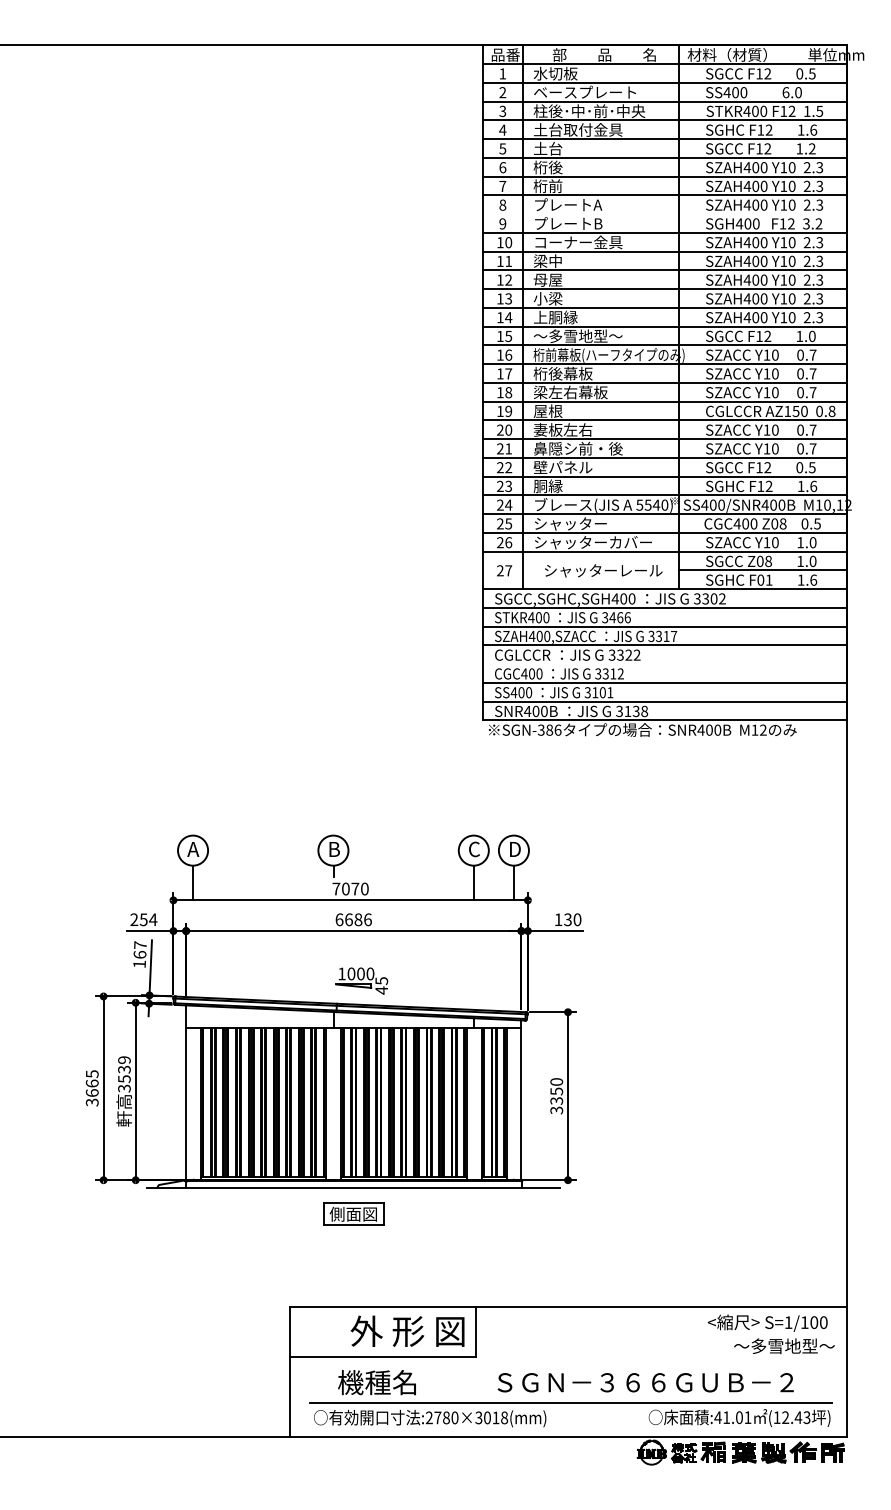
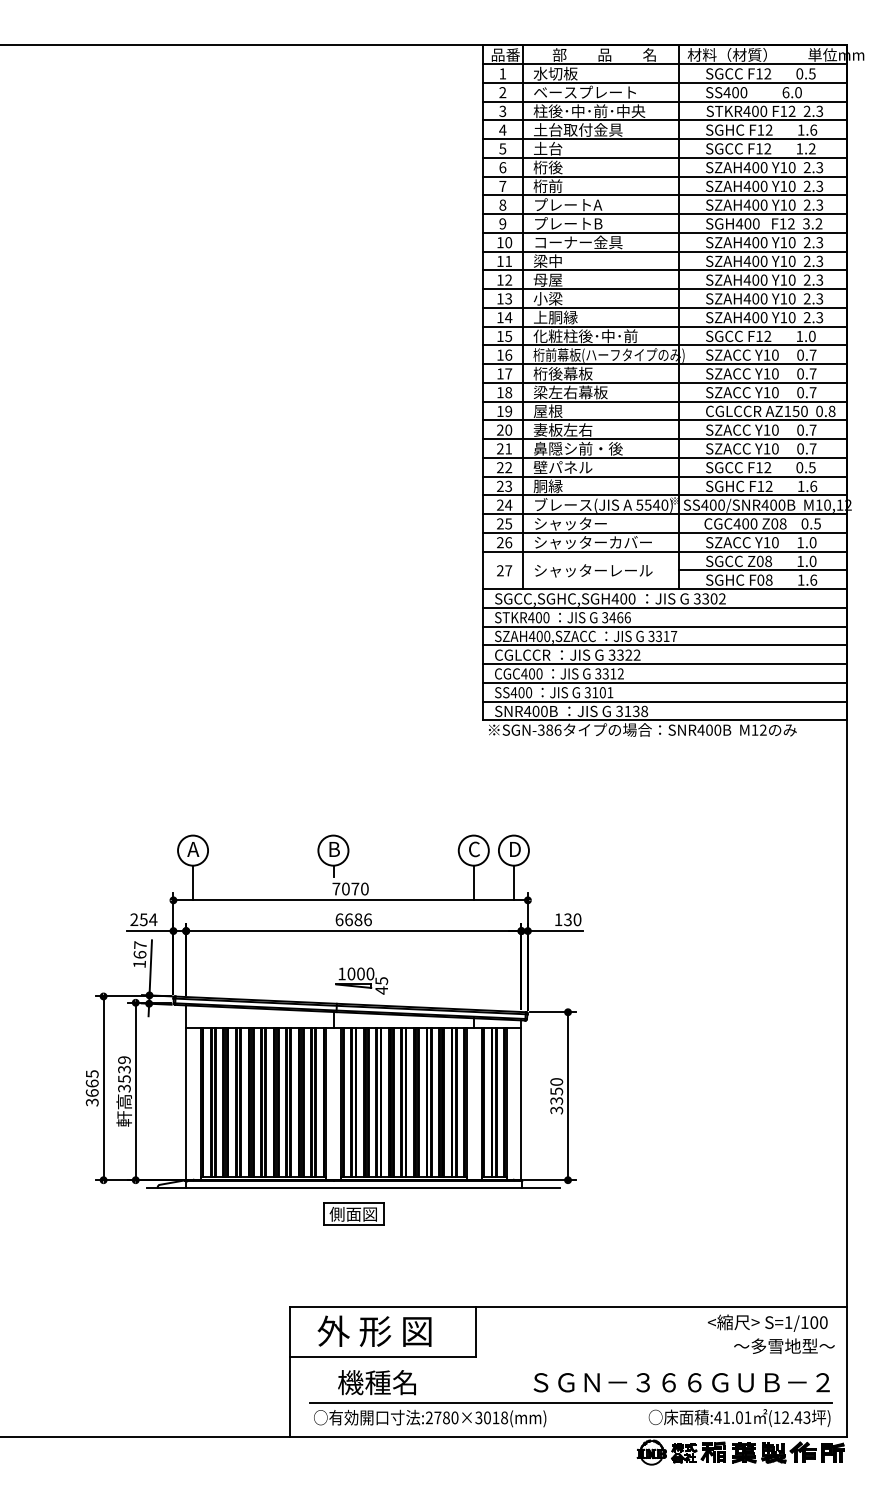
text at (813, 110): 1.5 -> 2.3
line at (664, 214): none -> present
text at (585, 336): ～多雪地型～ -> 化粧柱後･中･前
text at (603, 570) position: (603, 570) -> (593, 570)
text at (768, 579): F01 -> F08
line at (664, 664): none -> present
text at (407, 1330) position: (407, 1330) -> (374, 1330)
text at (645, 1382) position: (645, 1382) -> (681, 1382)
